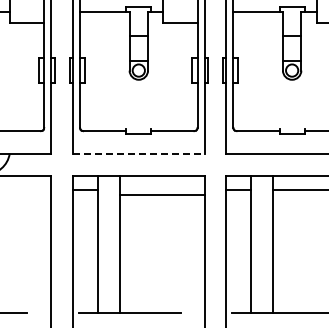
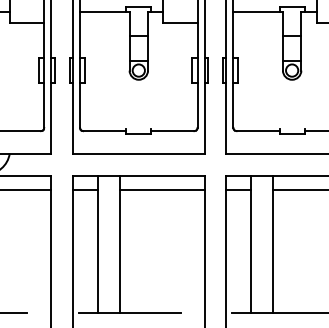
line at (138, 153): dashed -> solid
line at (26, 189): none -> present
line at (161, 194) position: (161, 194) -> (161, 189)
